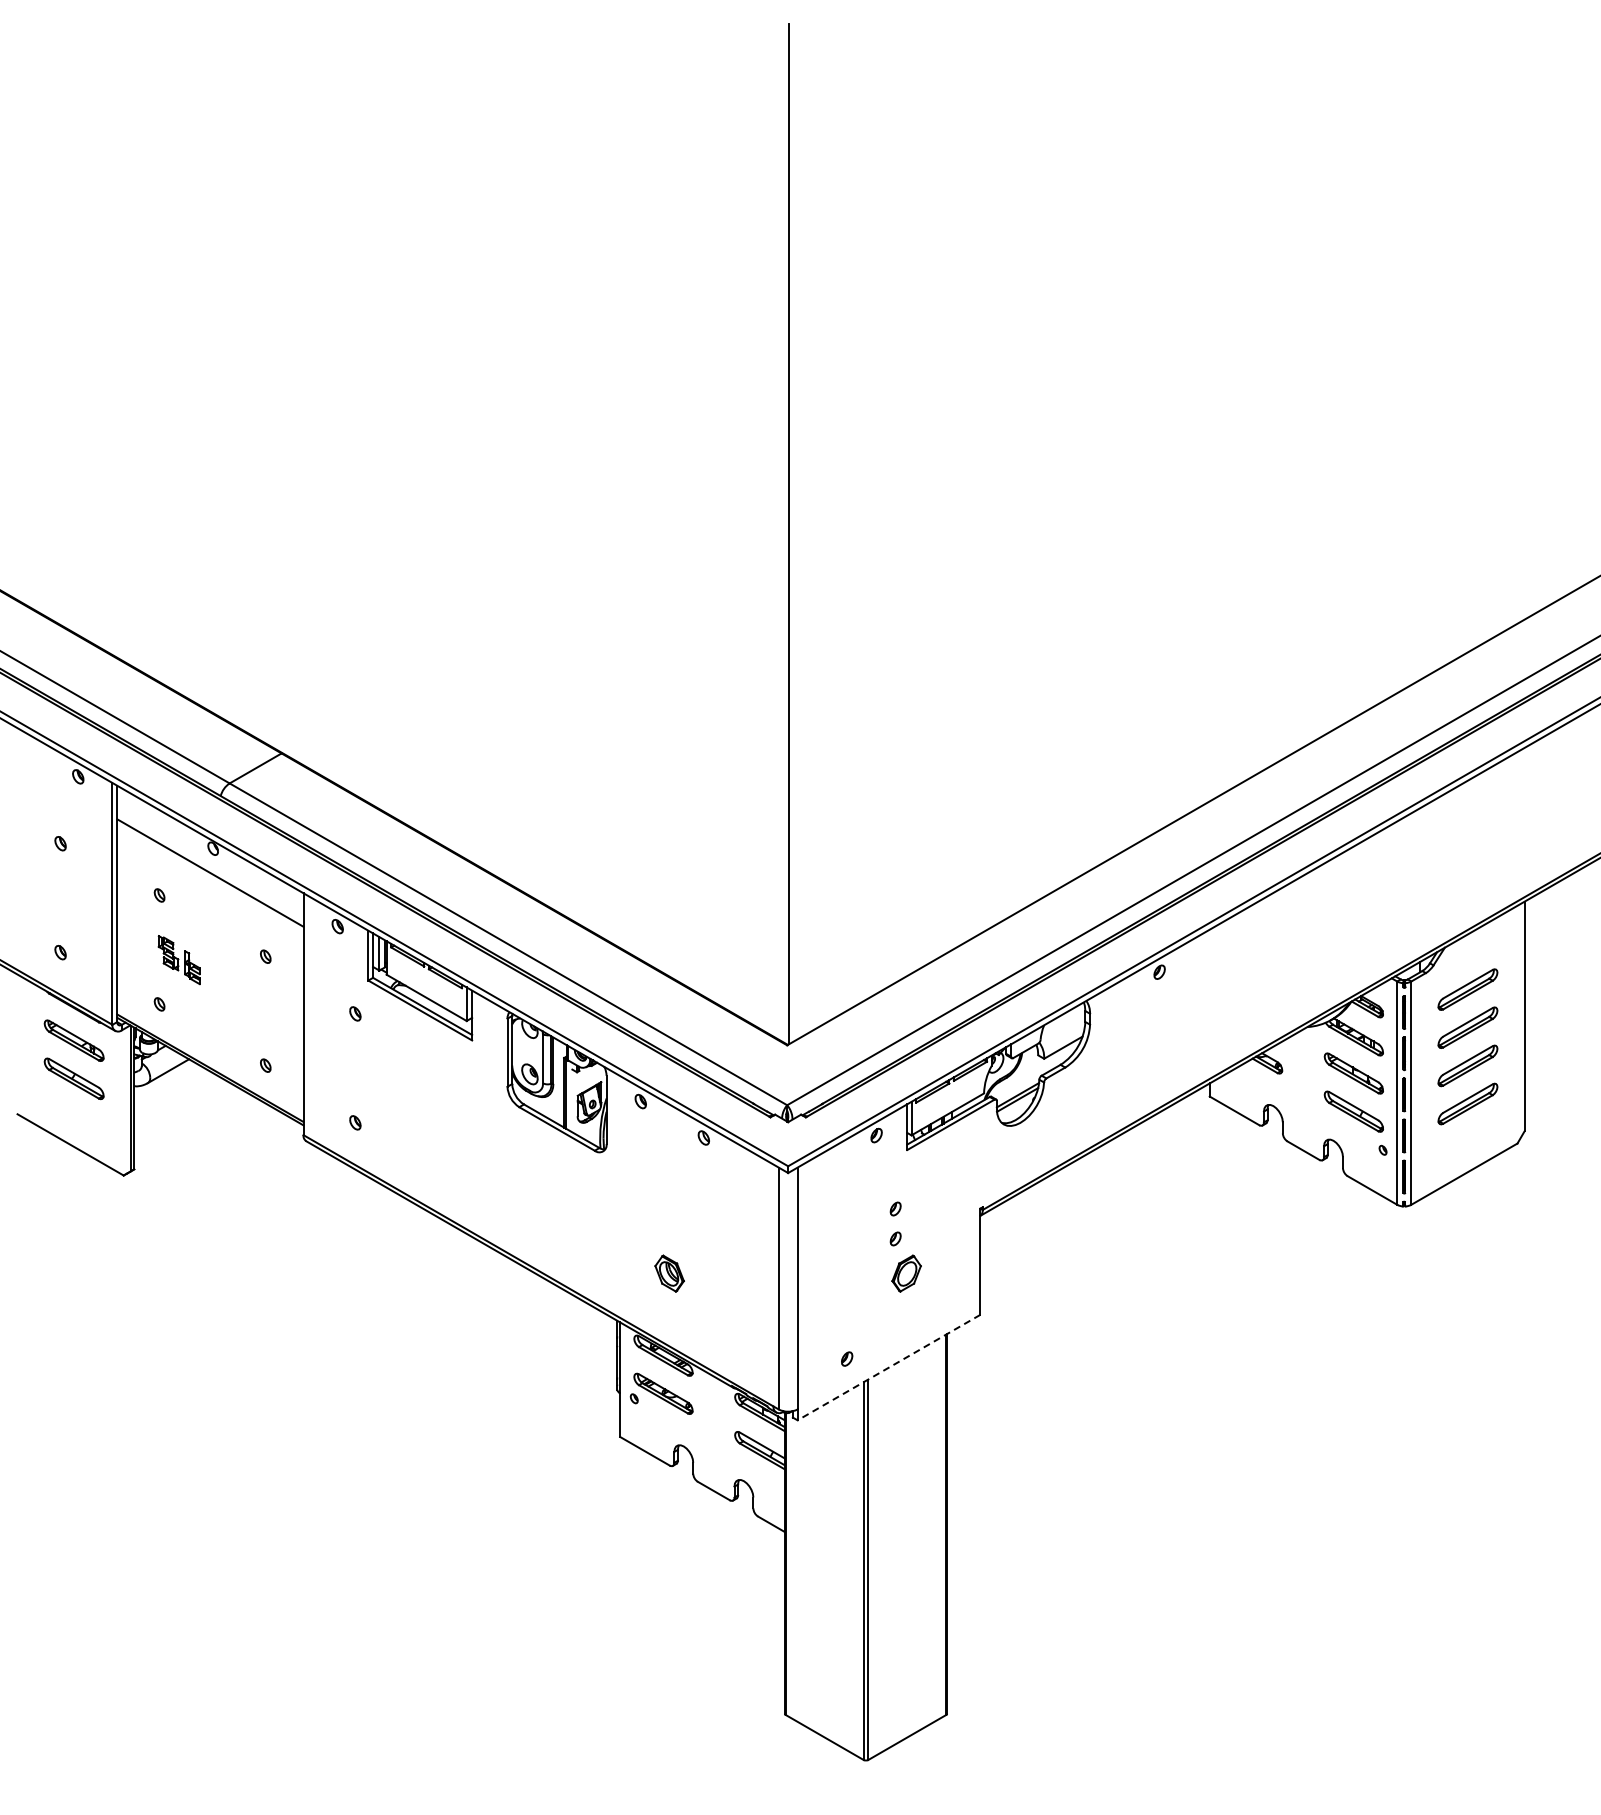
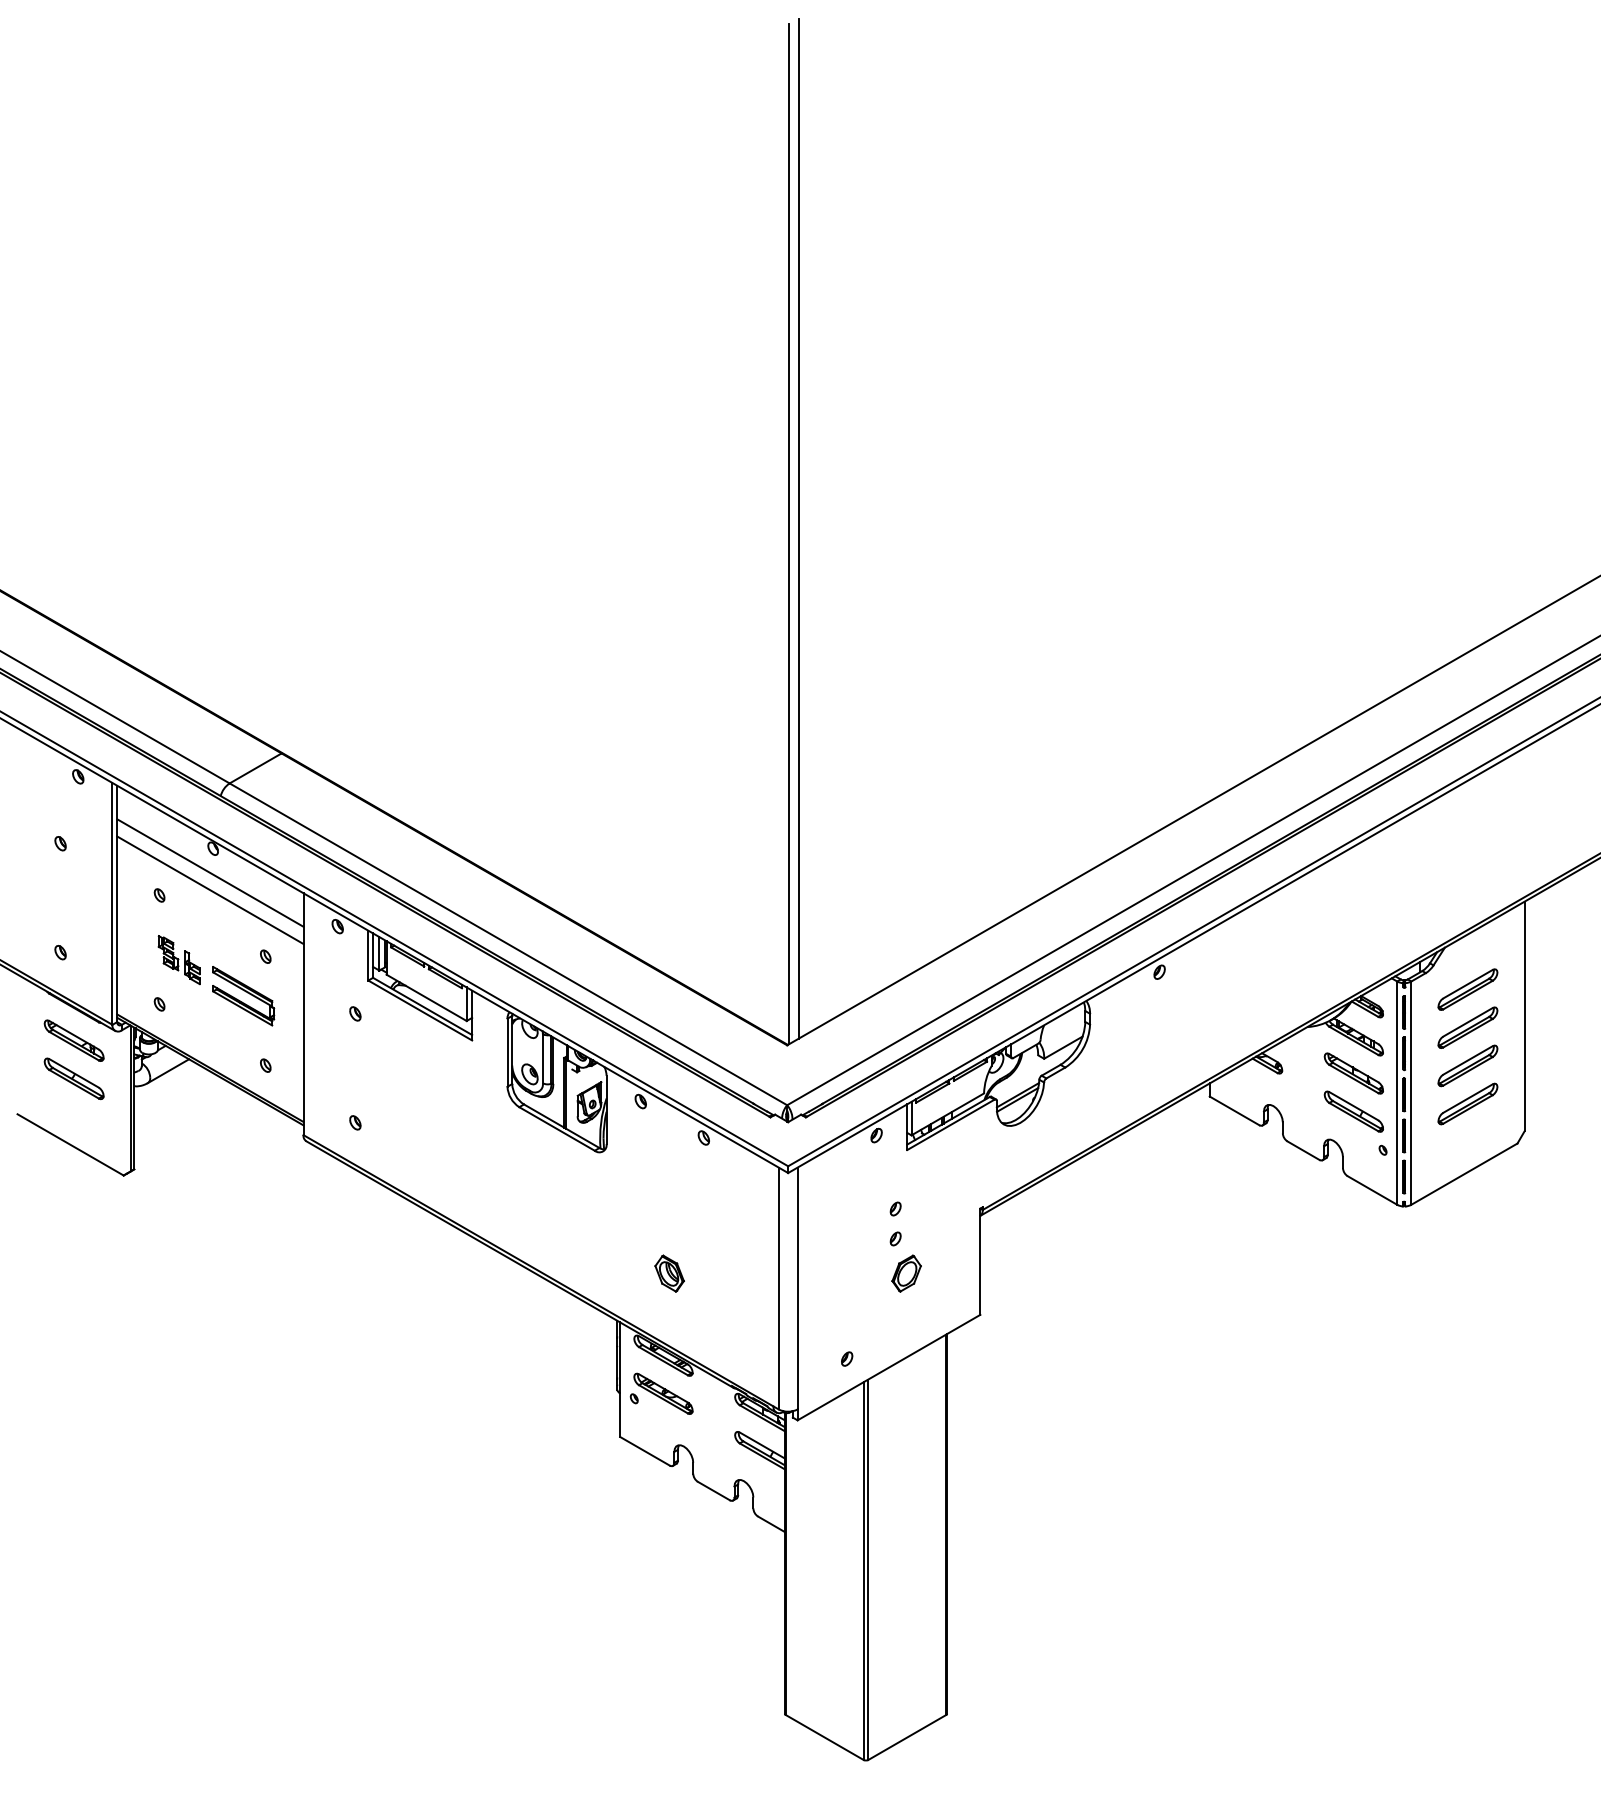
line at (798, 528): none -> present
line at (210, 890): none -> present
part at (243, 996): none -> present
line at (889, 1367): dashed -> solid
